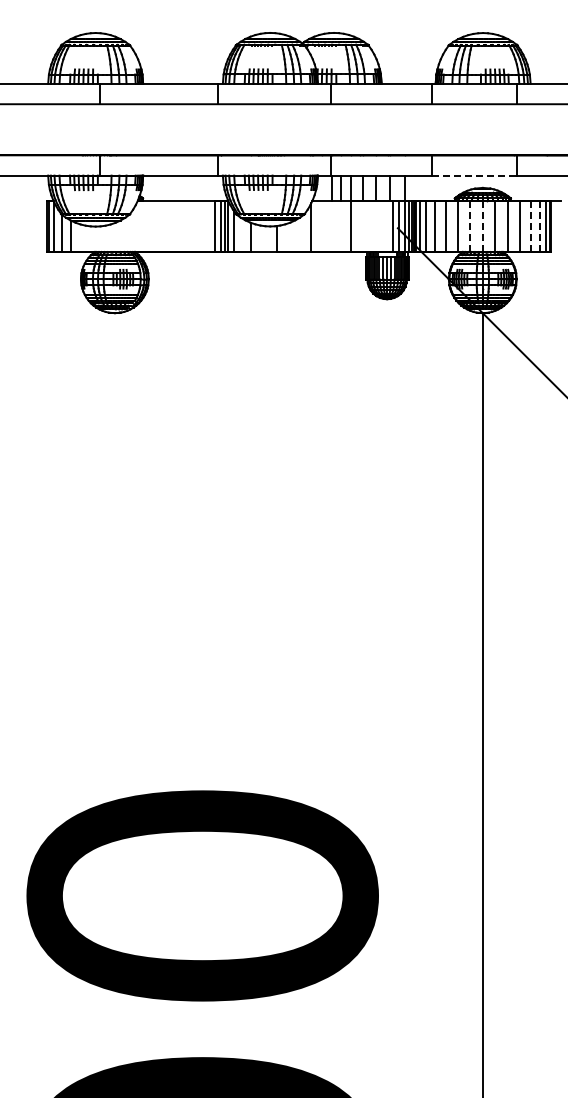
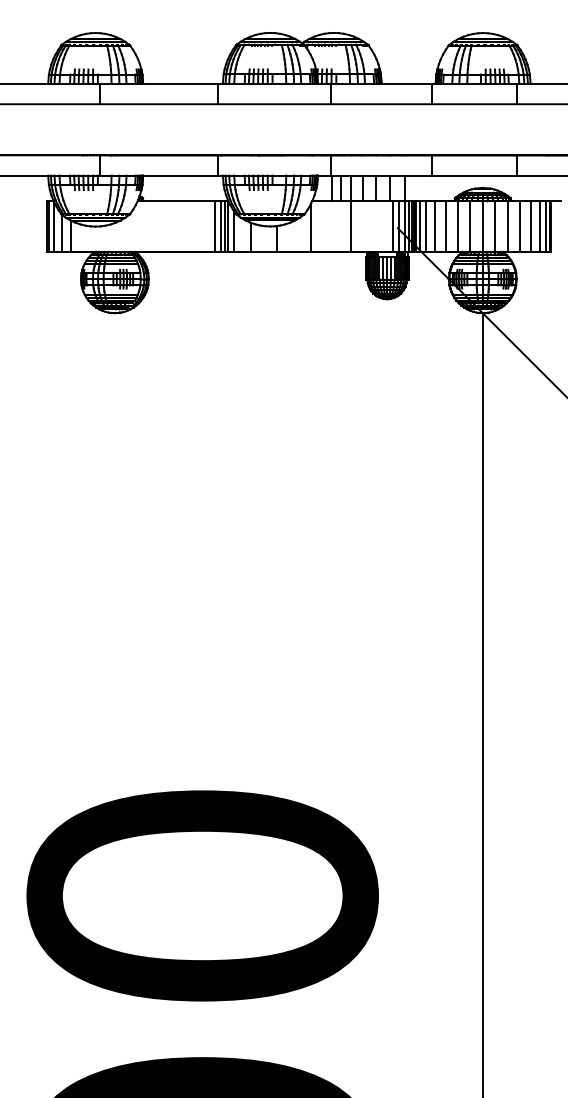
line at (474, 175): dashed -> solid
line at (470, 226): dashed -> solid
line at (482, 226): dashed -> solid
line at (530, 226): dashed -> solid
line at (539, 226): dashed -> solid
